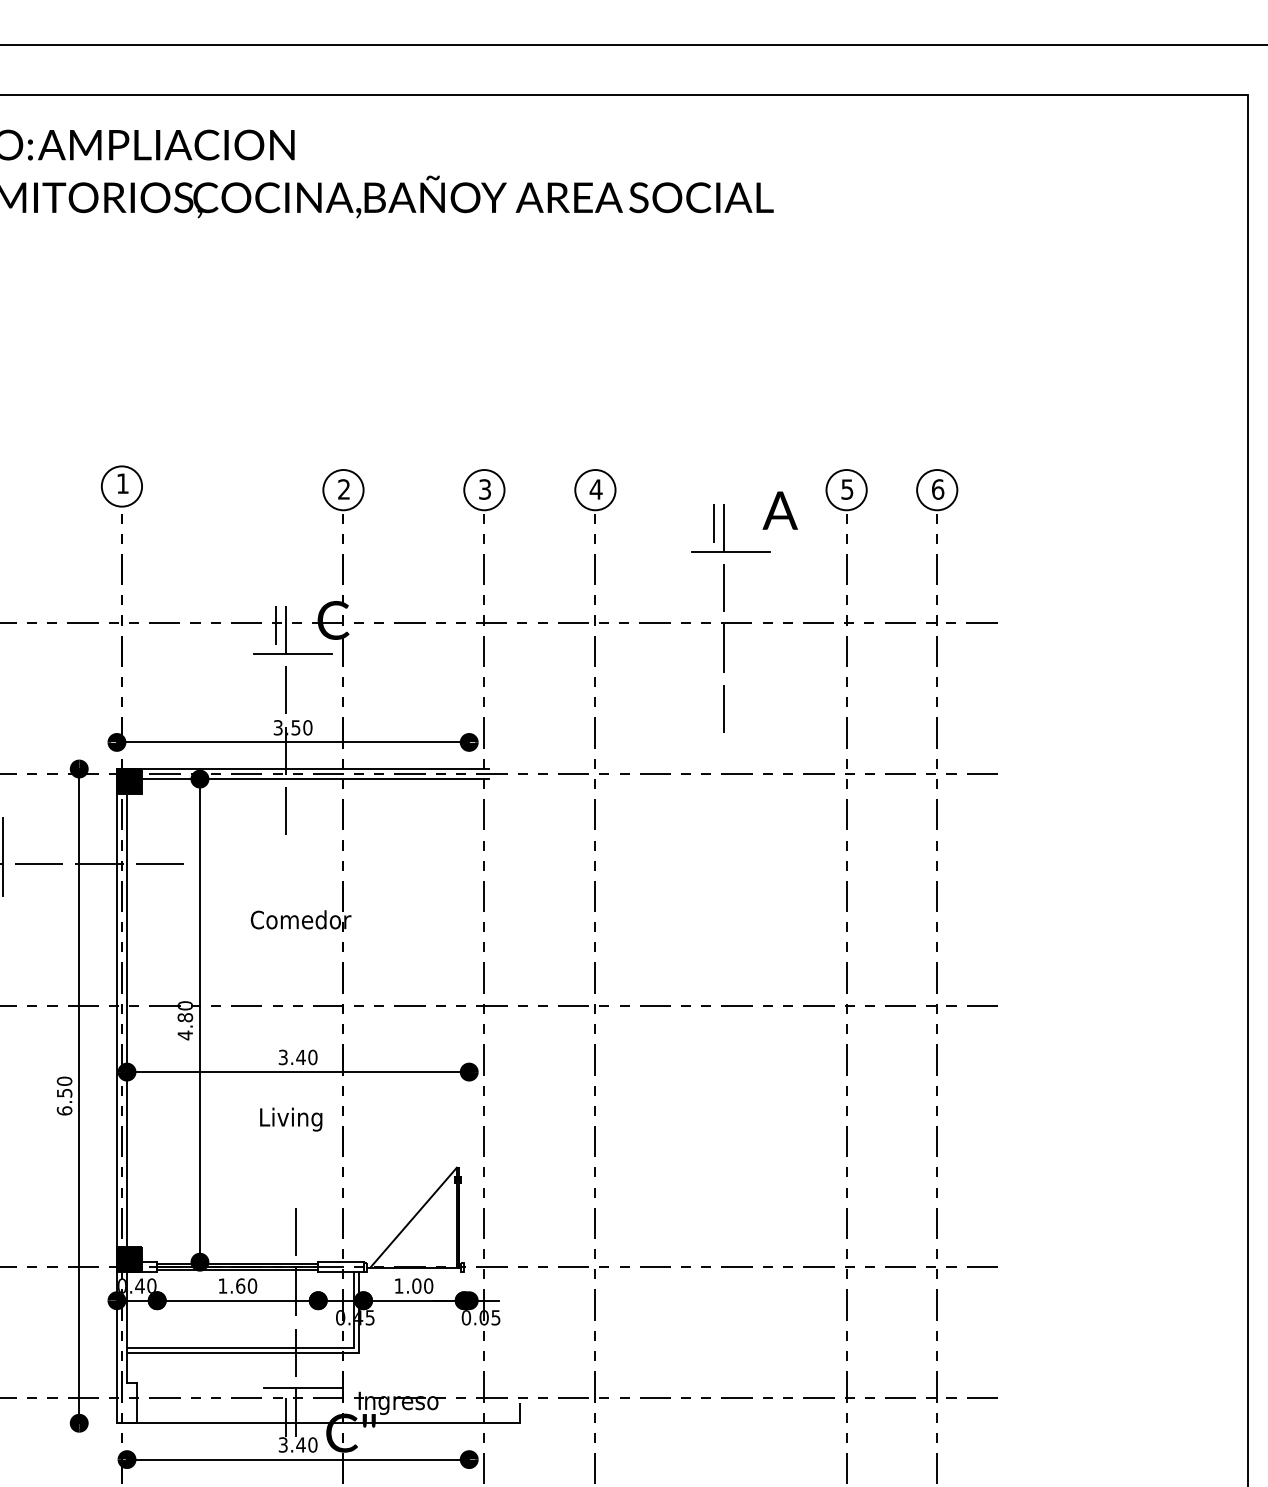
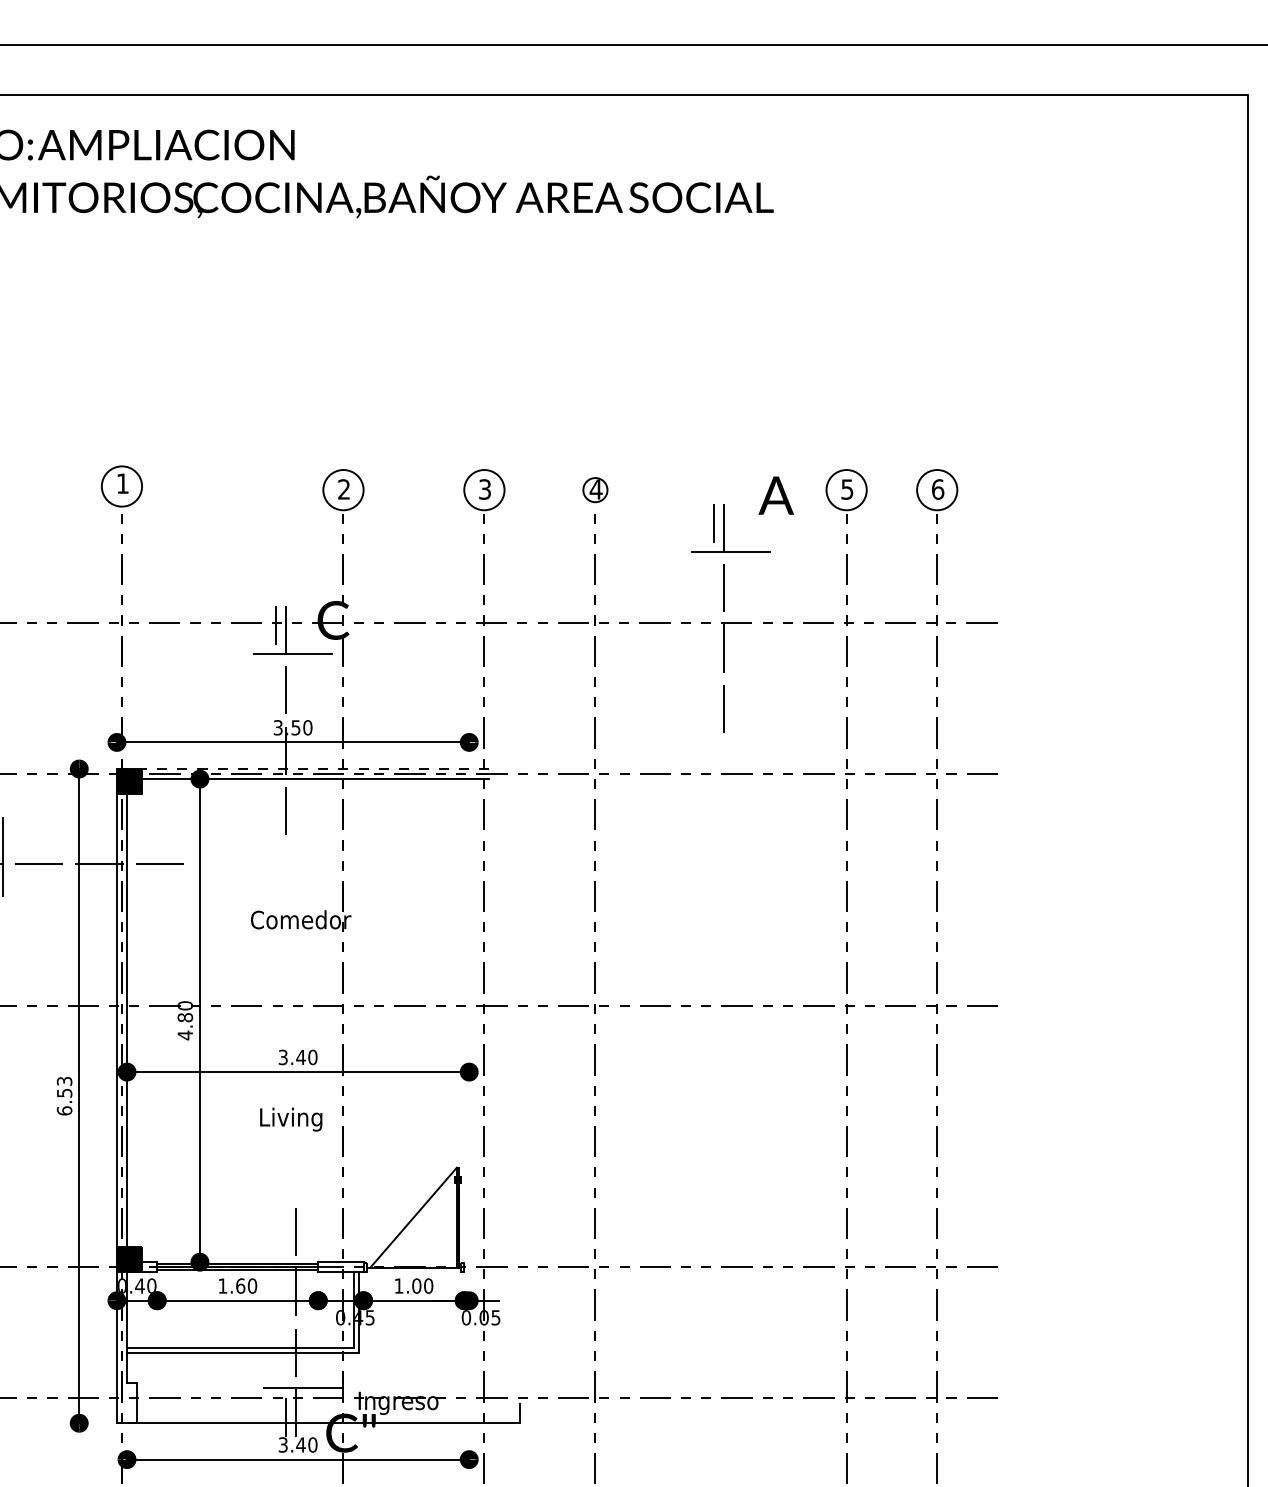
circle at (595, 490) diameter: 40 px -> 24 px
text at (779, 510) position: (779, 510) -> (775, 495)
line at (303, 769): solid -> dashed
text at (64, 1080): 6.50 -> 6.53
